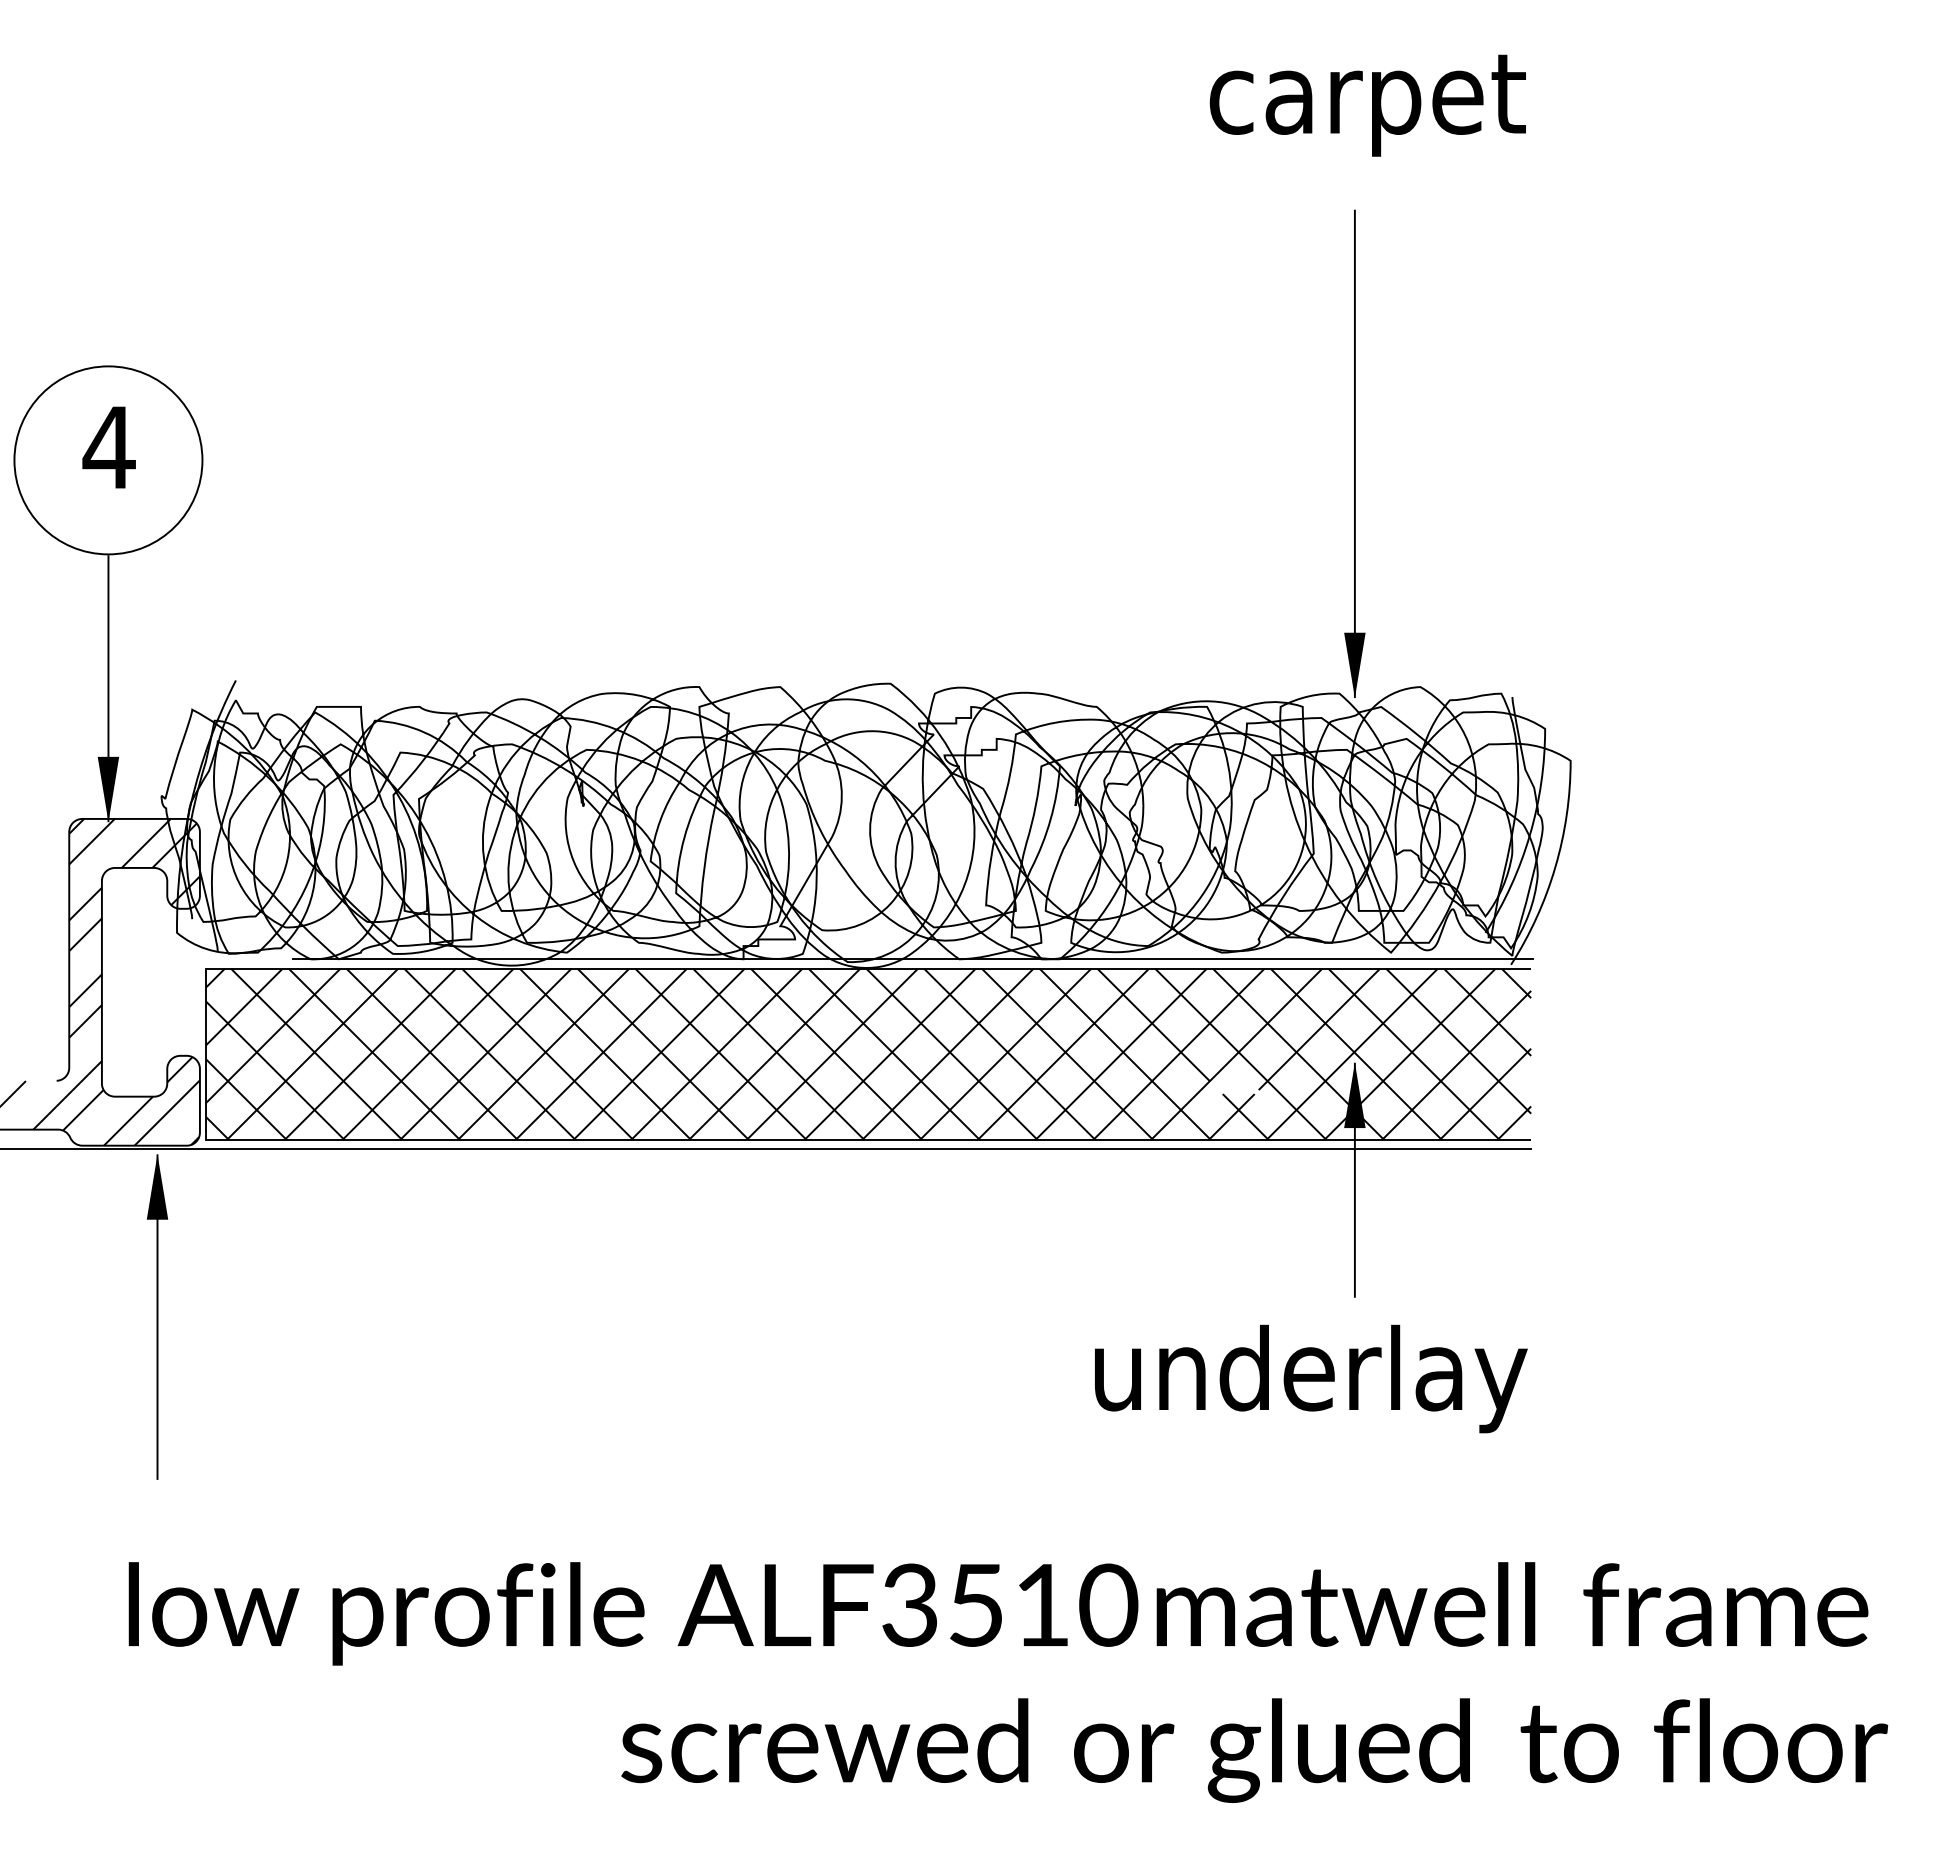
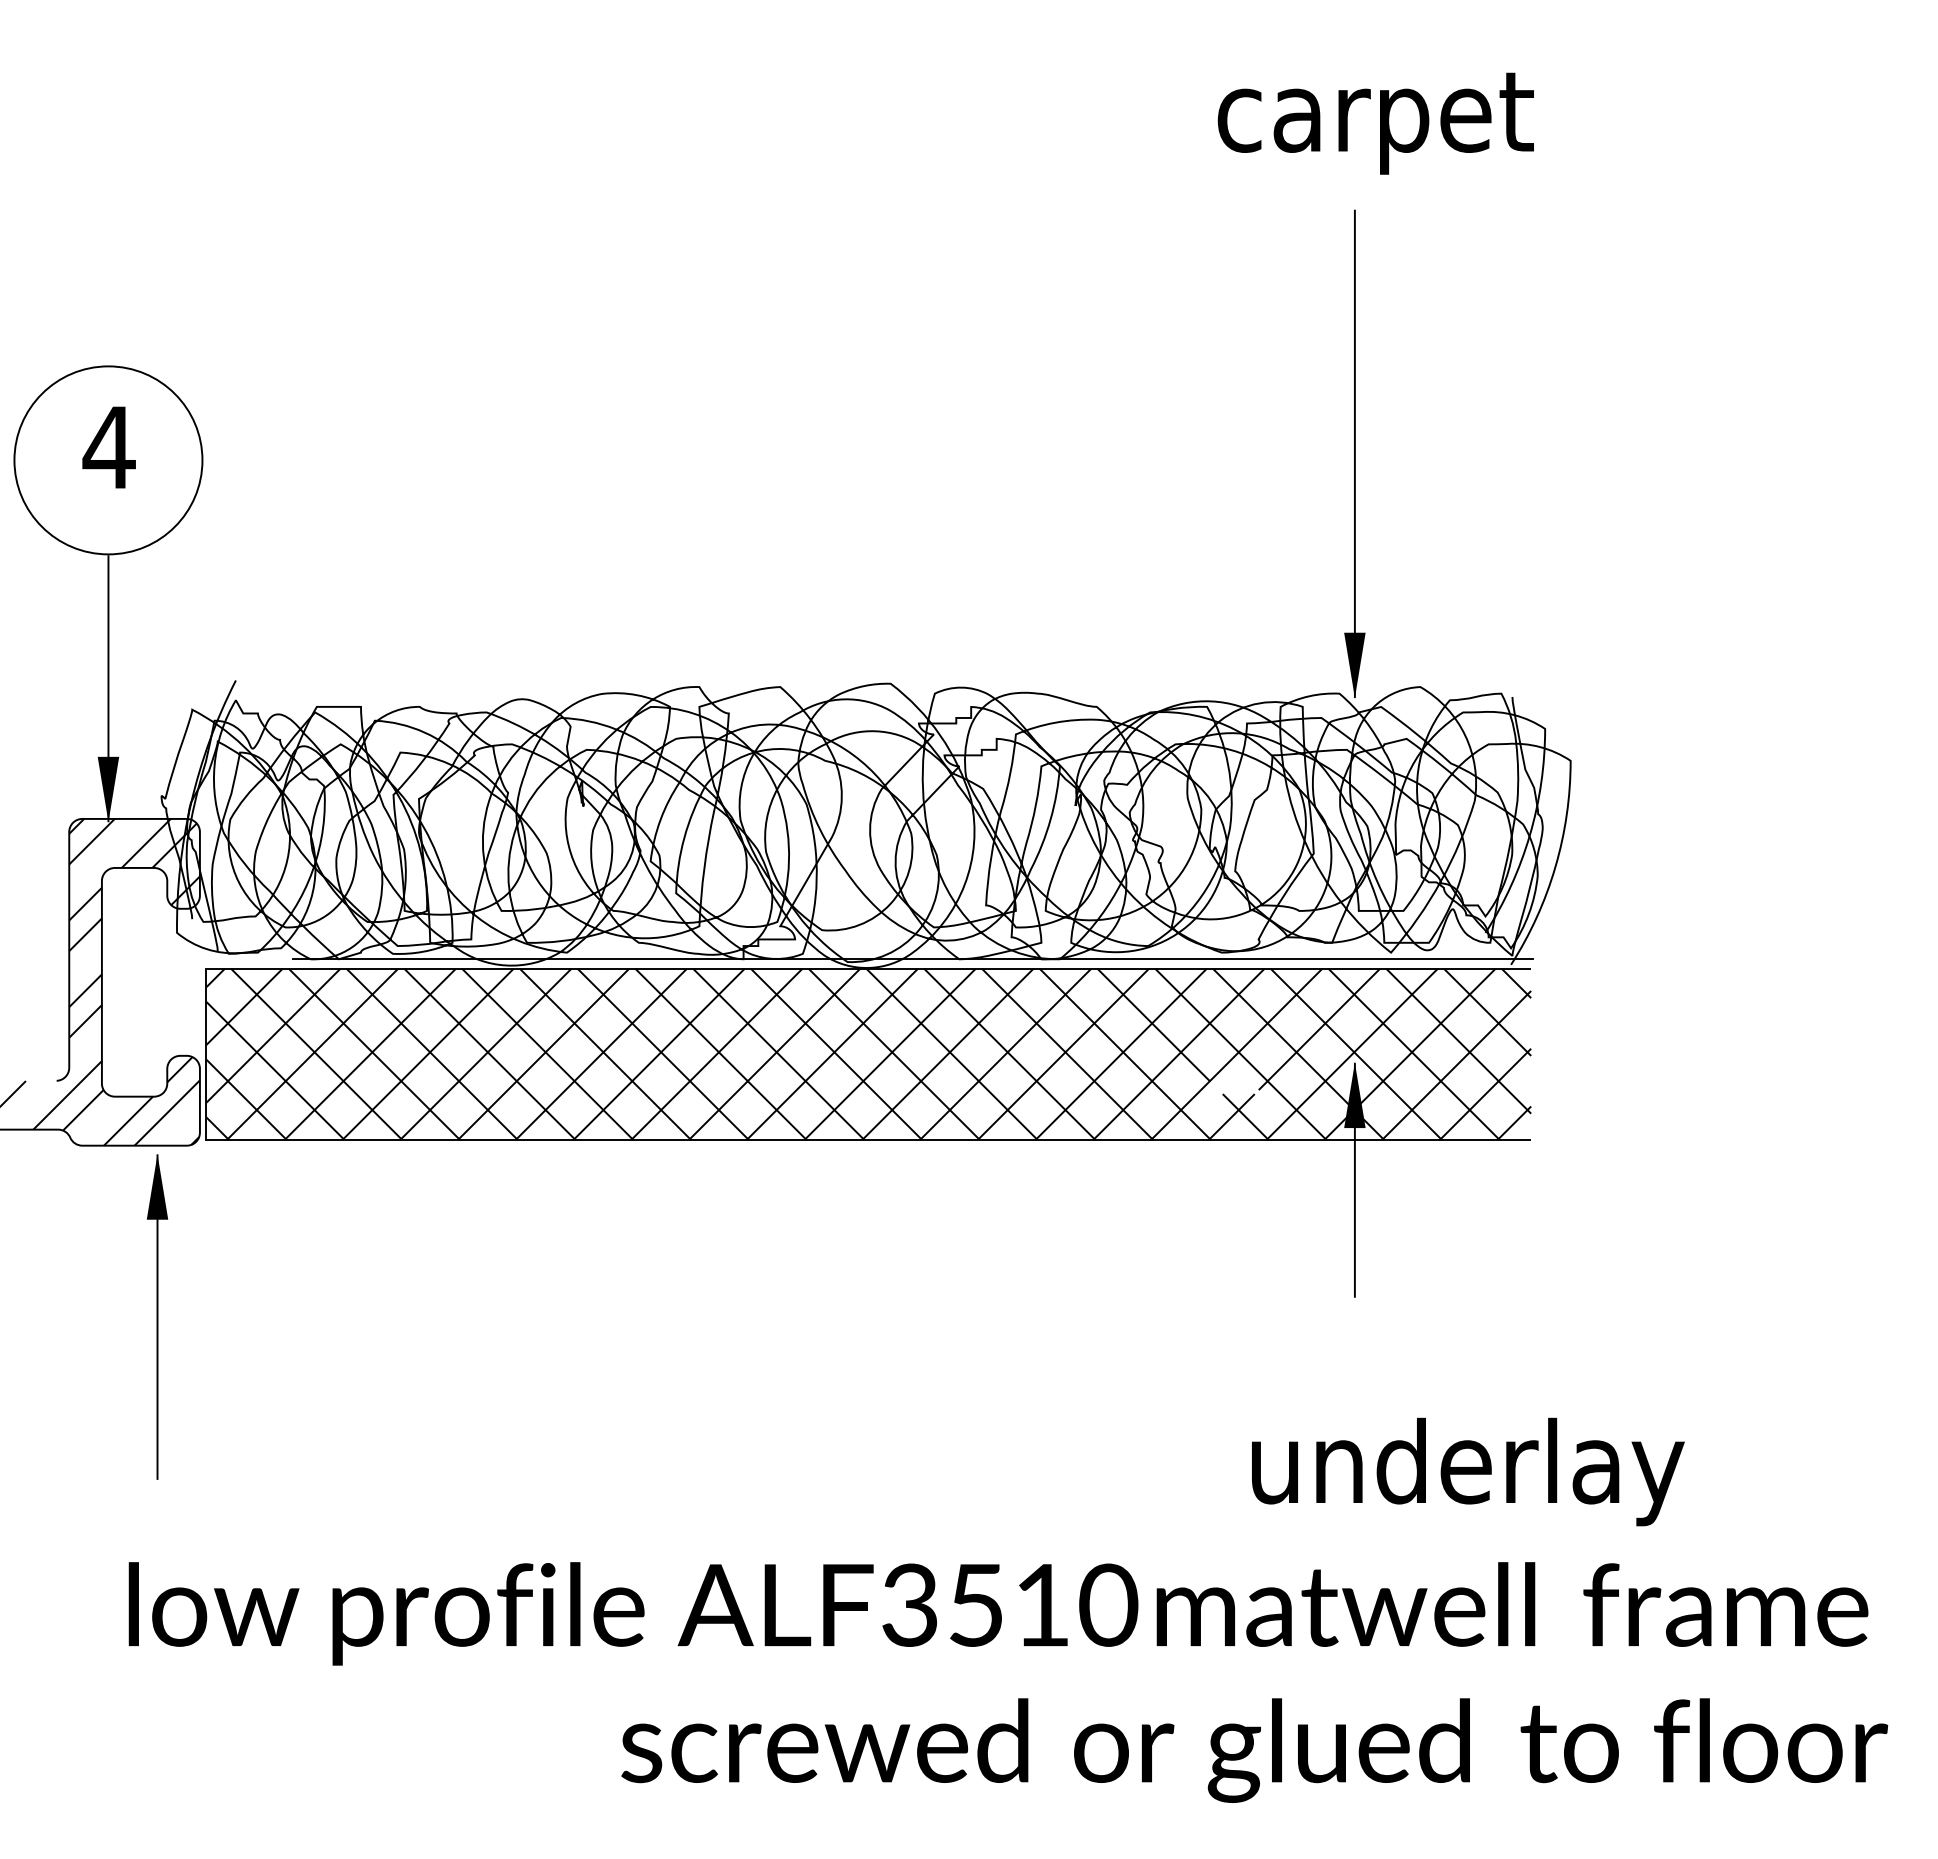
text at (1367, 105) position: (1367, 105) -> (1375, 123)
line at (766, 1148): present -> none
text at (1311, 1378) position: (1311, 1378) -> (1468, 1471)
